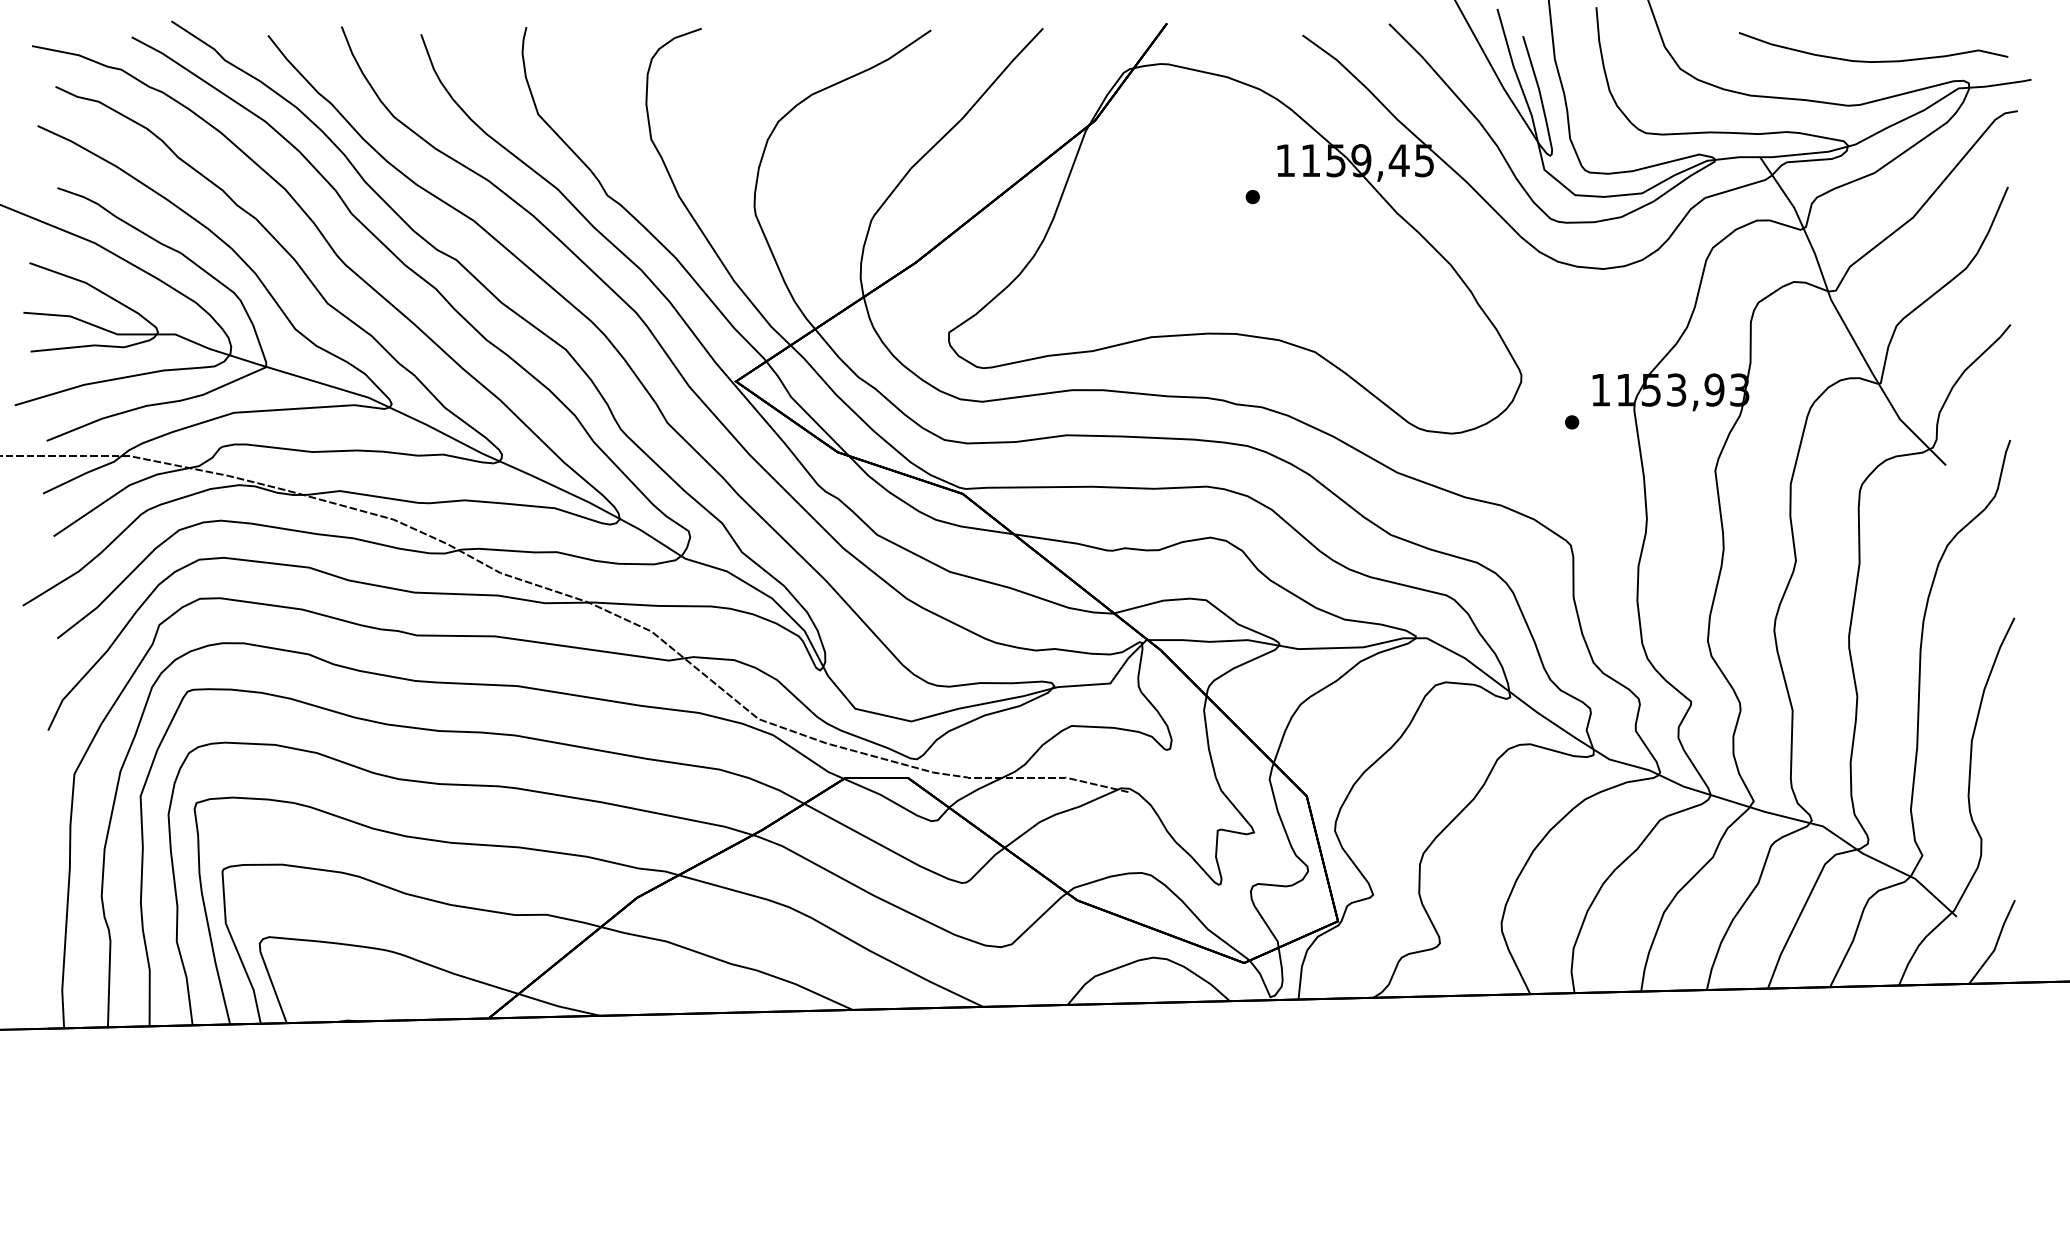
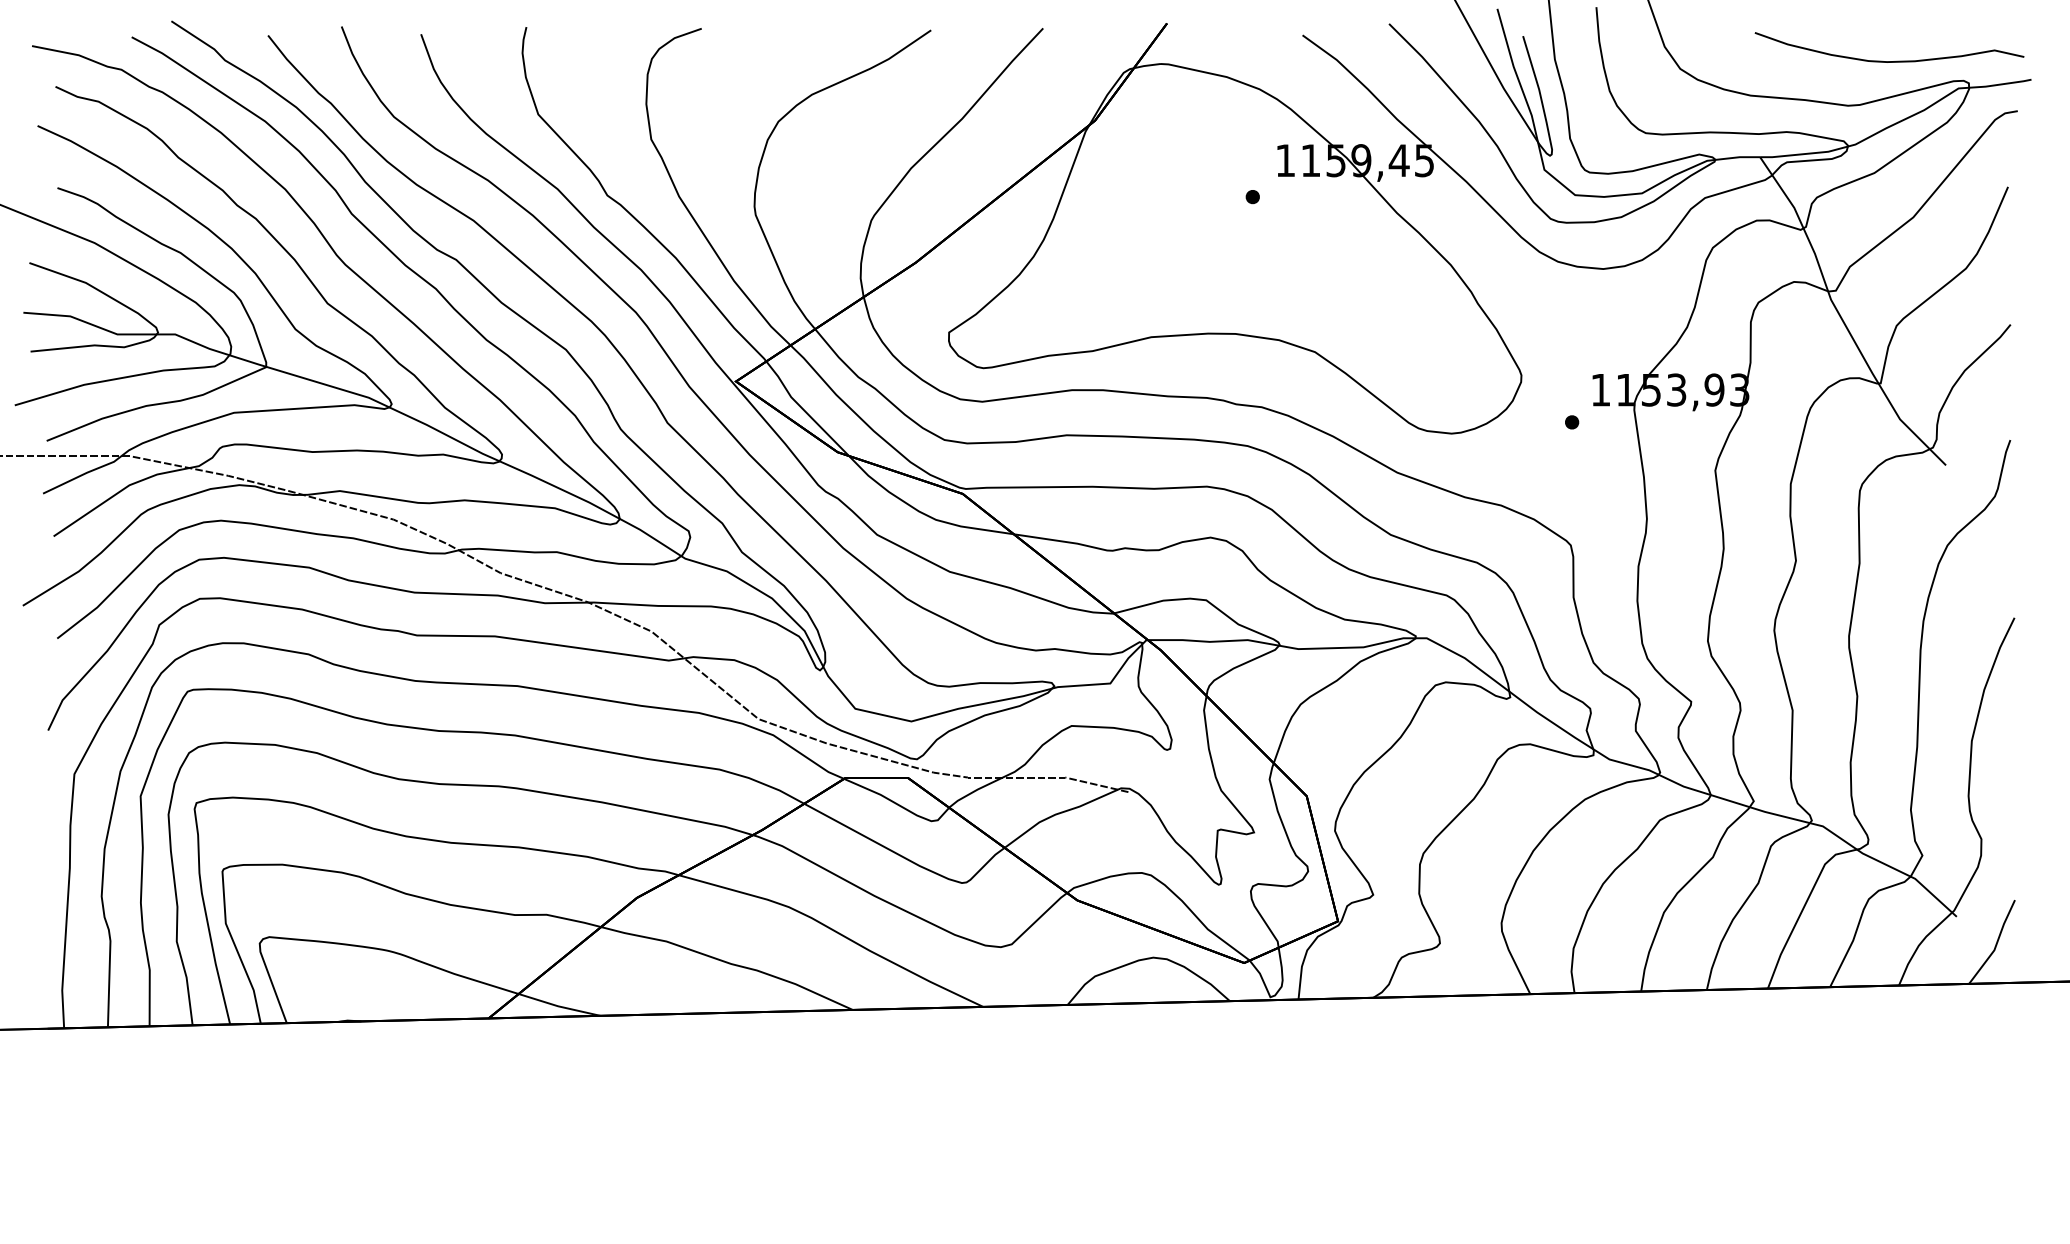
curve at (1873, 61) position: (1873, 61) -> (1889, 61)
